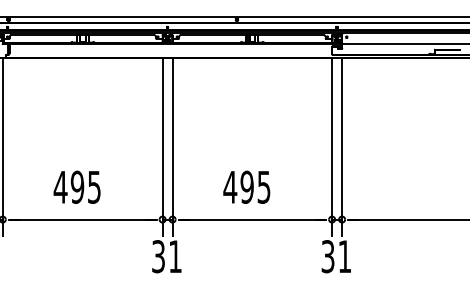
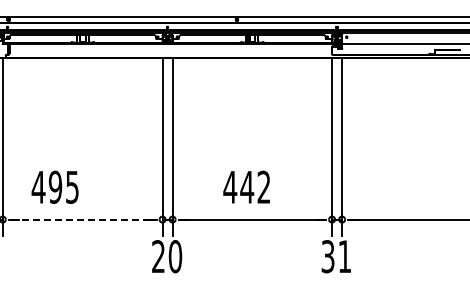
text at (76, 186) position: (76, 186) -> (54, 186)
text at (255, 186): 495 -> 442
line at (82, 219): solid -> dashed
text at (167, 256): 31 -> 20
